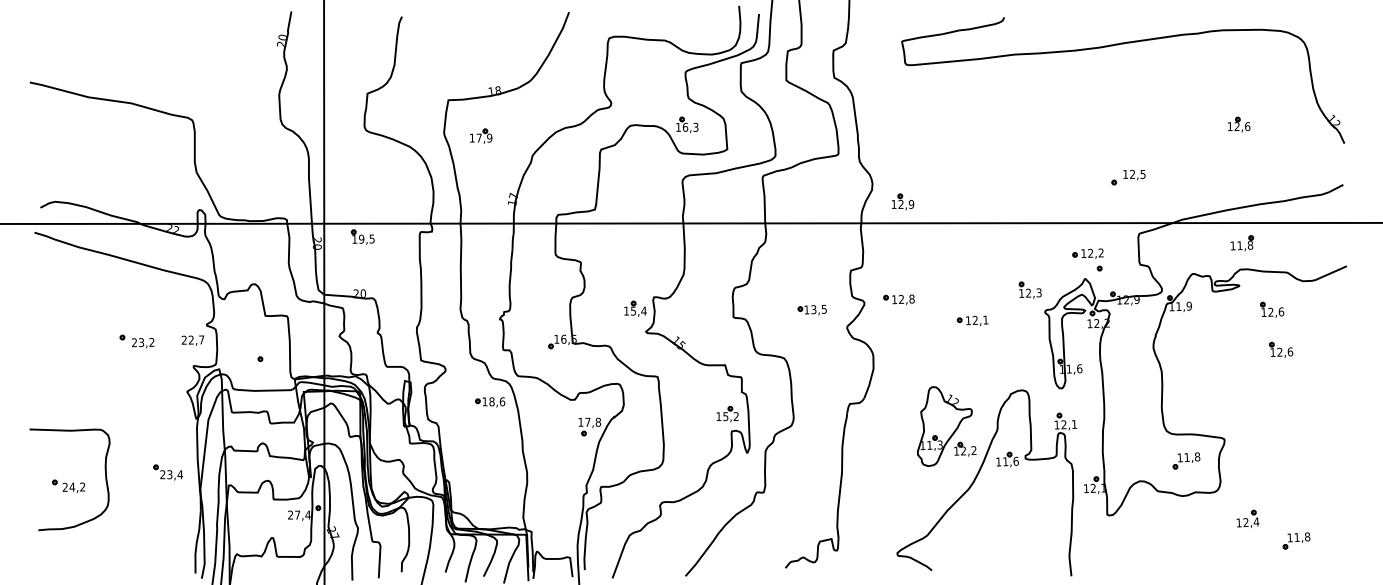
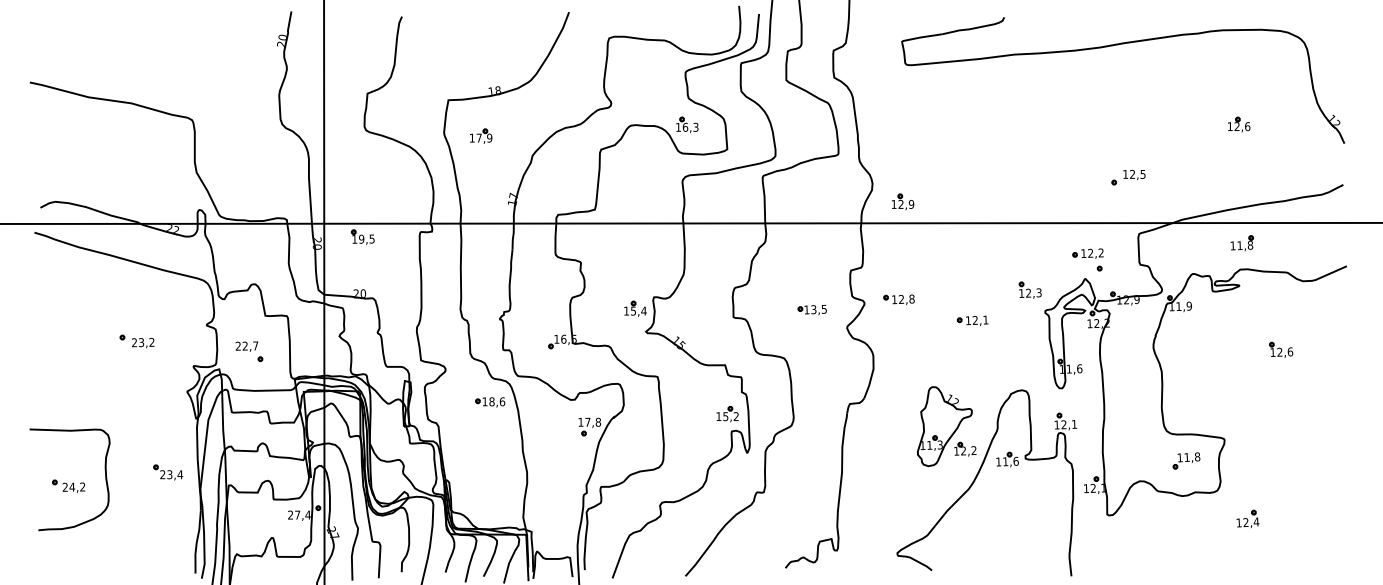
part at (1272, 309): present -> none
text at (192, 340) position: (192, 340) -> (246, 346)
part at (1296, 540): present -> none
